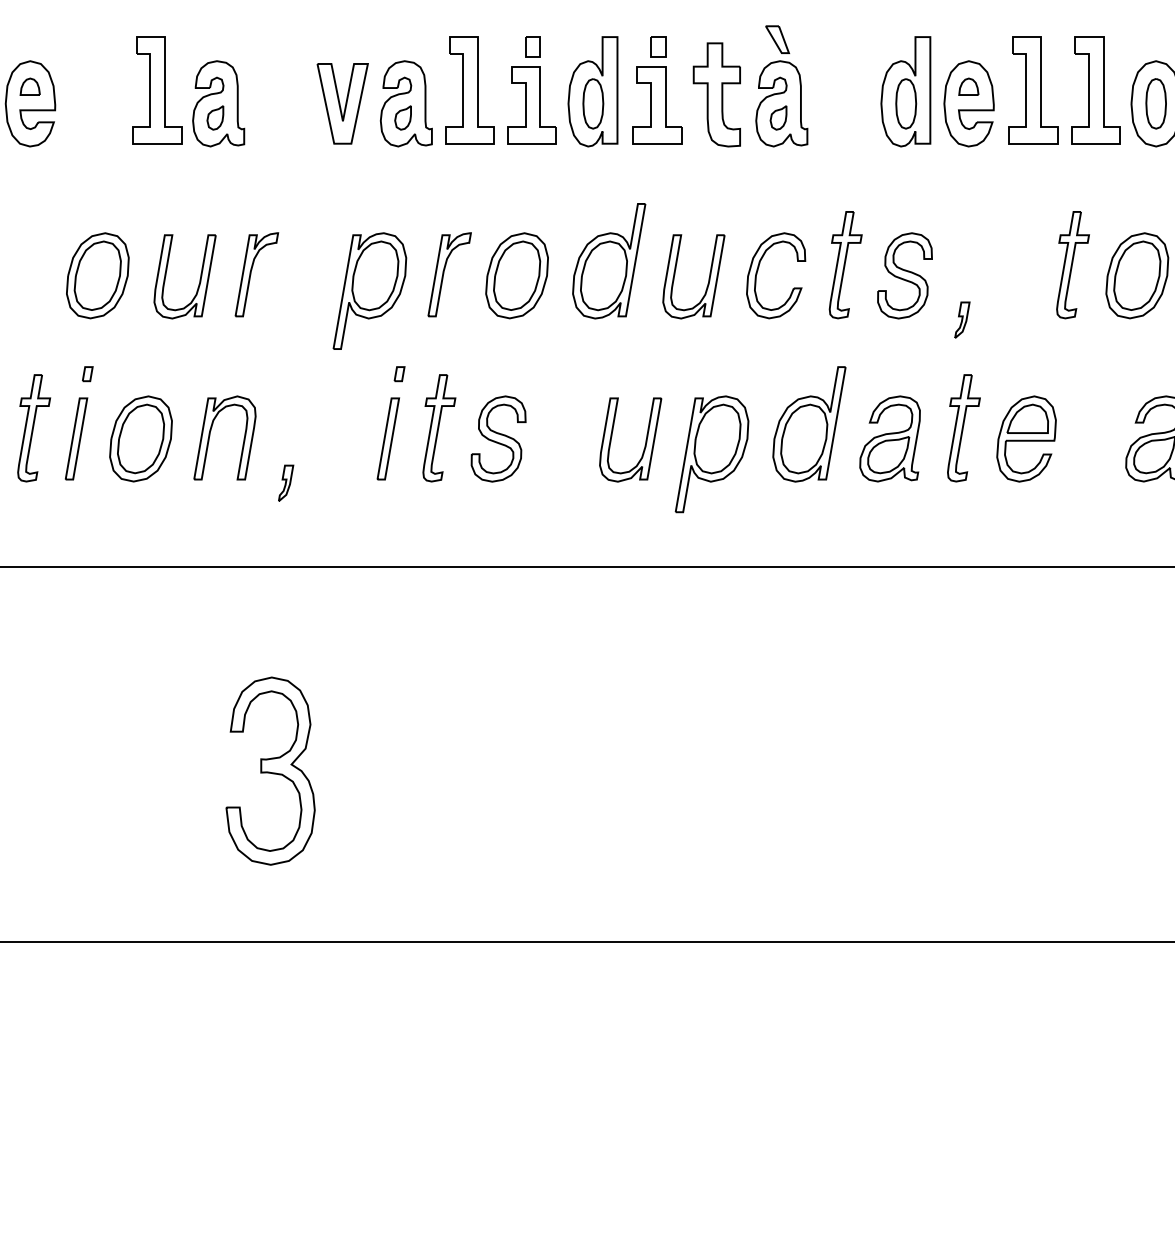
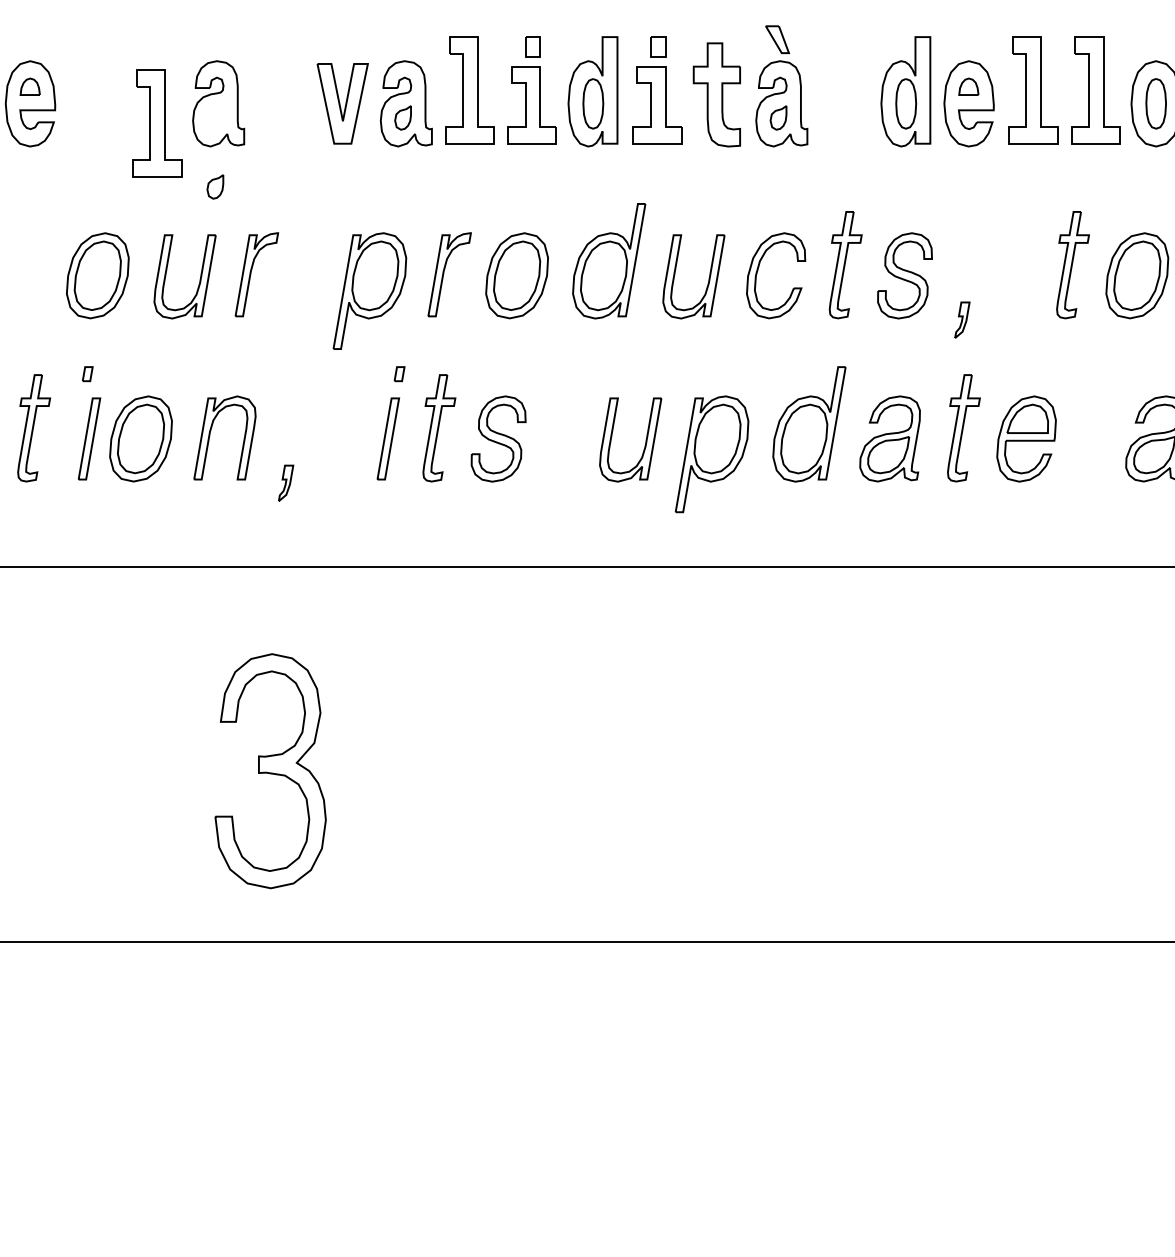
part at (157, 90) position: (157, 90) -> (157, 123)
part at (215, 117) position: (215, 117) -> (215, 186)
part at (76, 438) position: (76, 438) -> (89, 438)
part at (270, 770) size: 91x190 px -> 113x237 px
